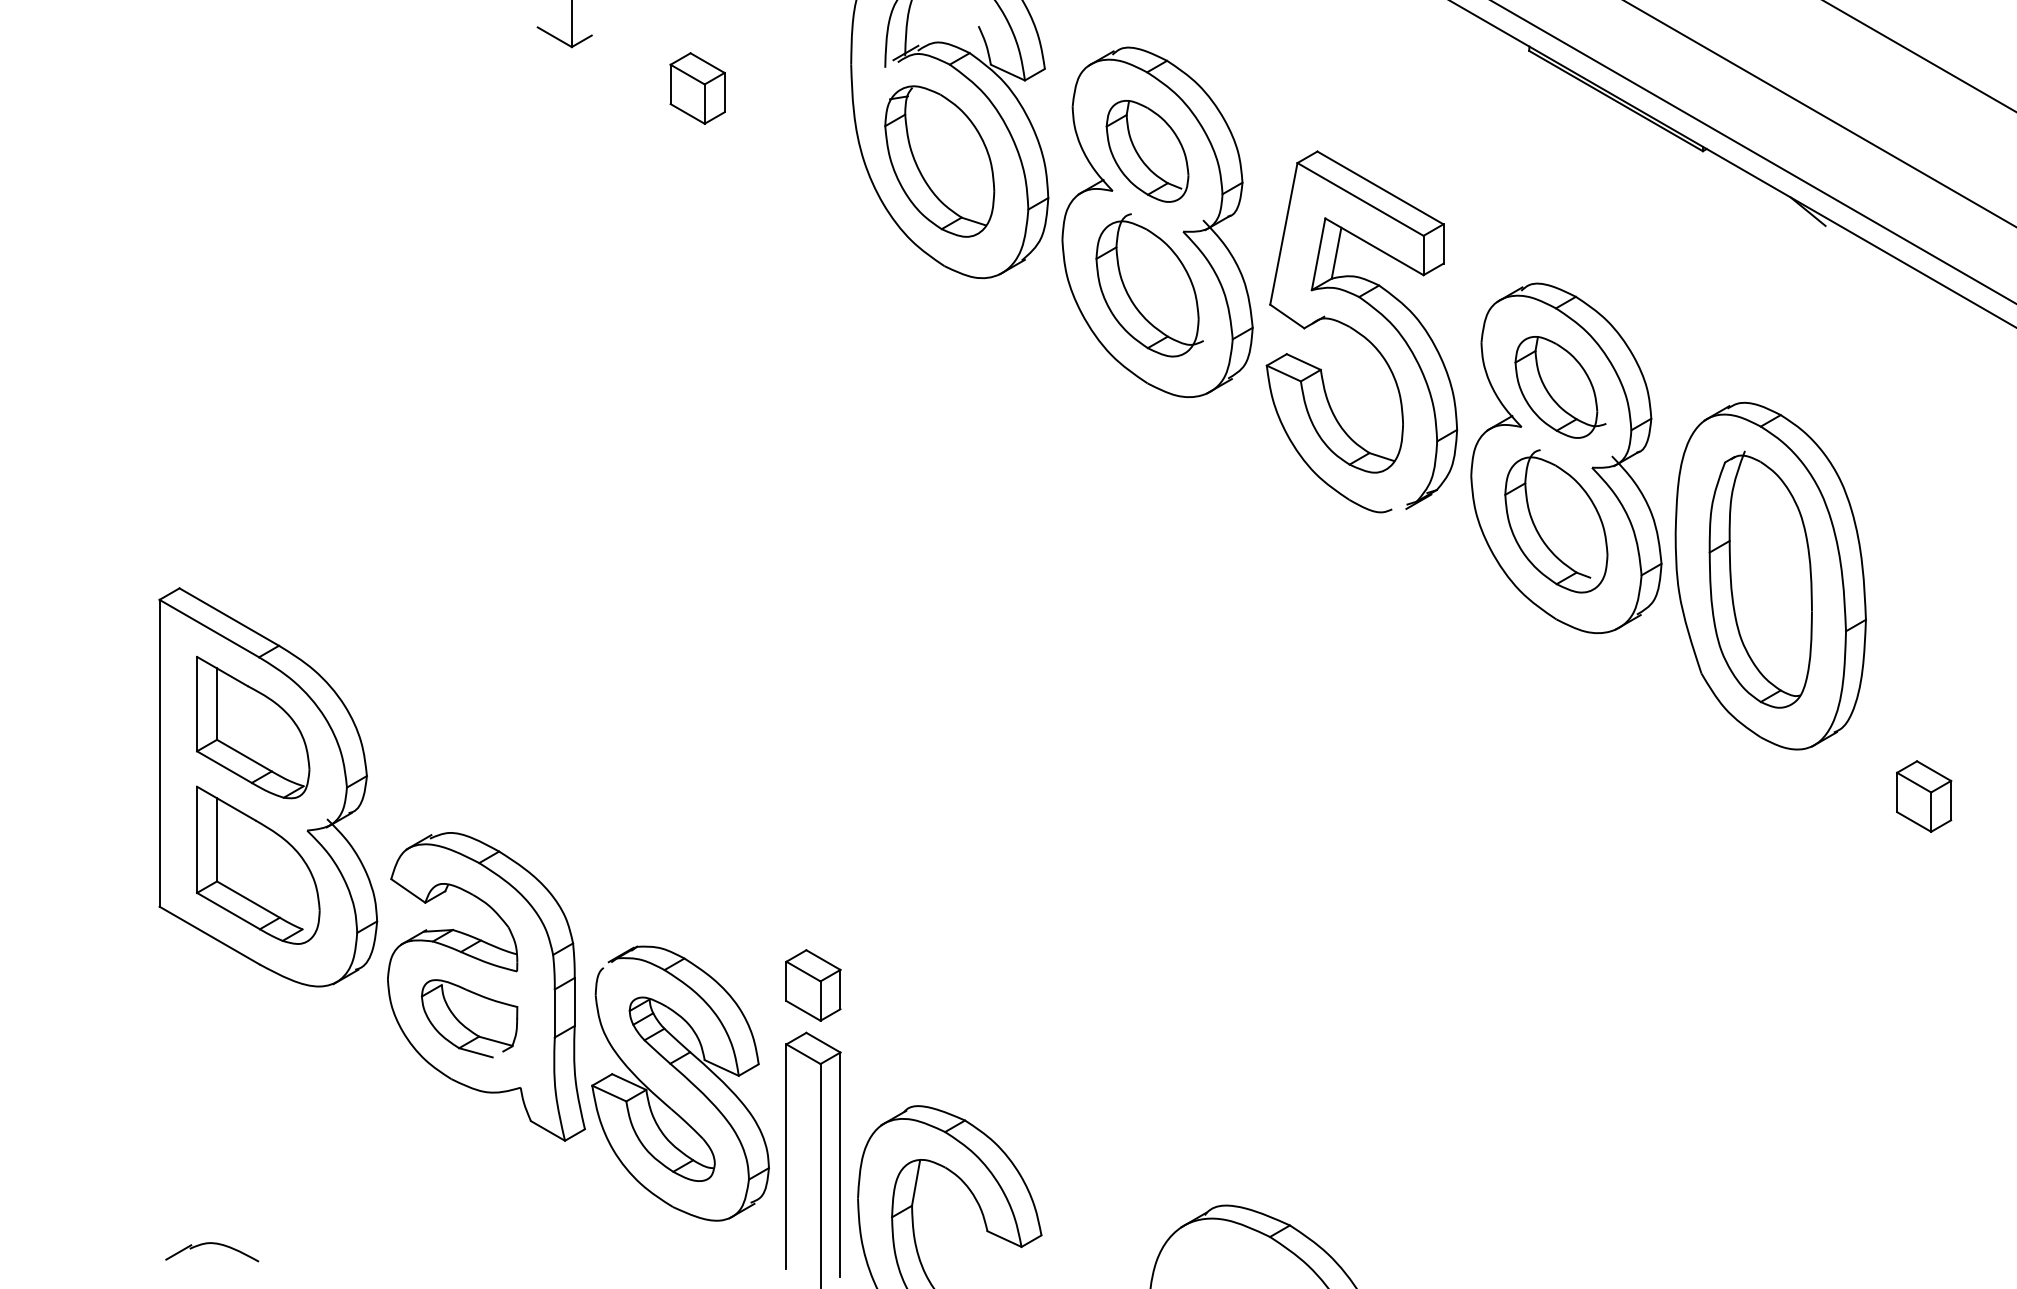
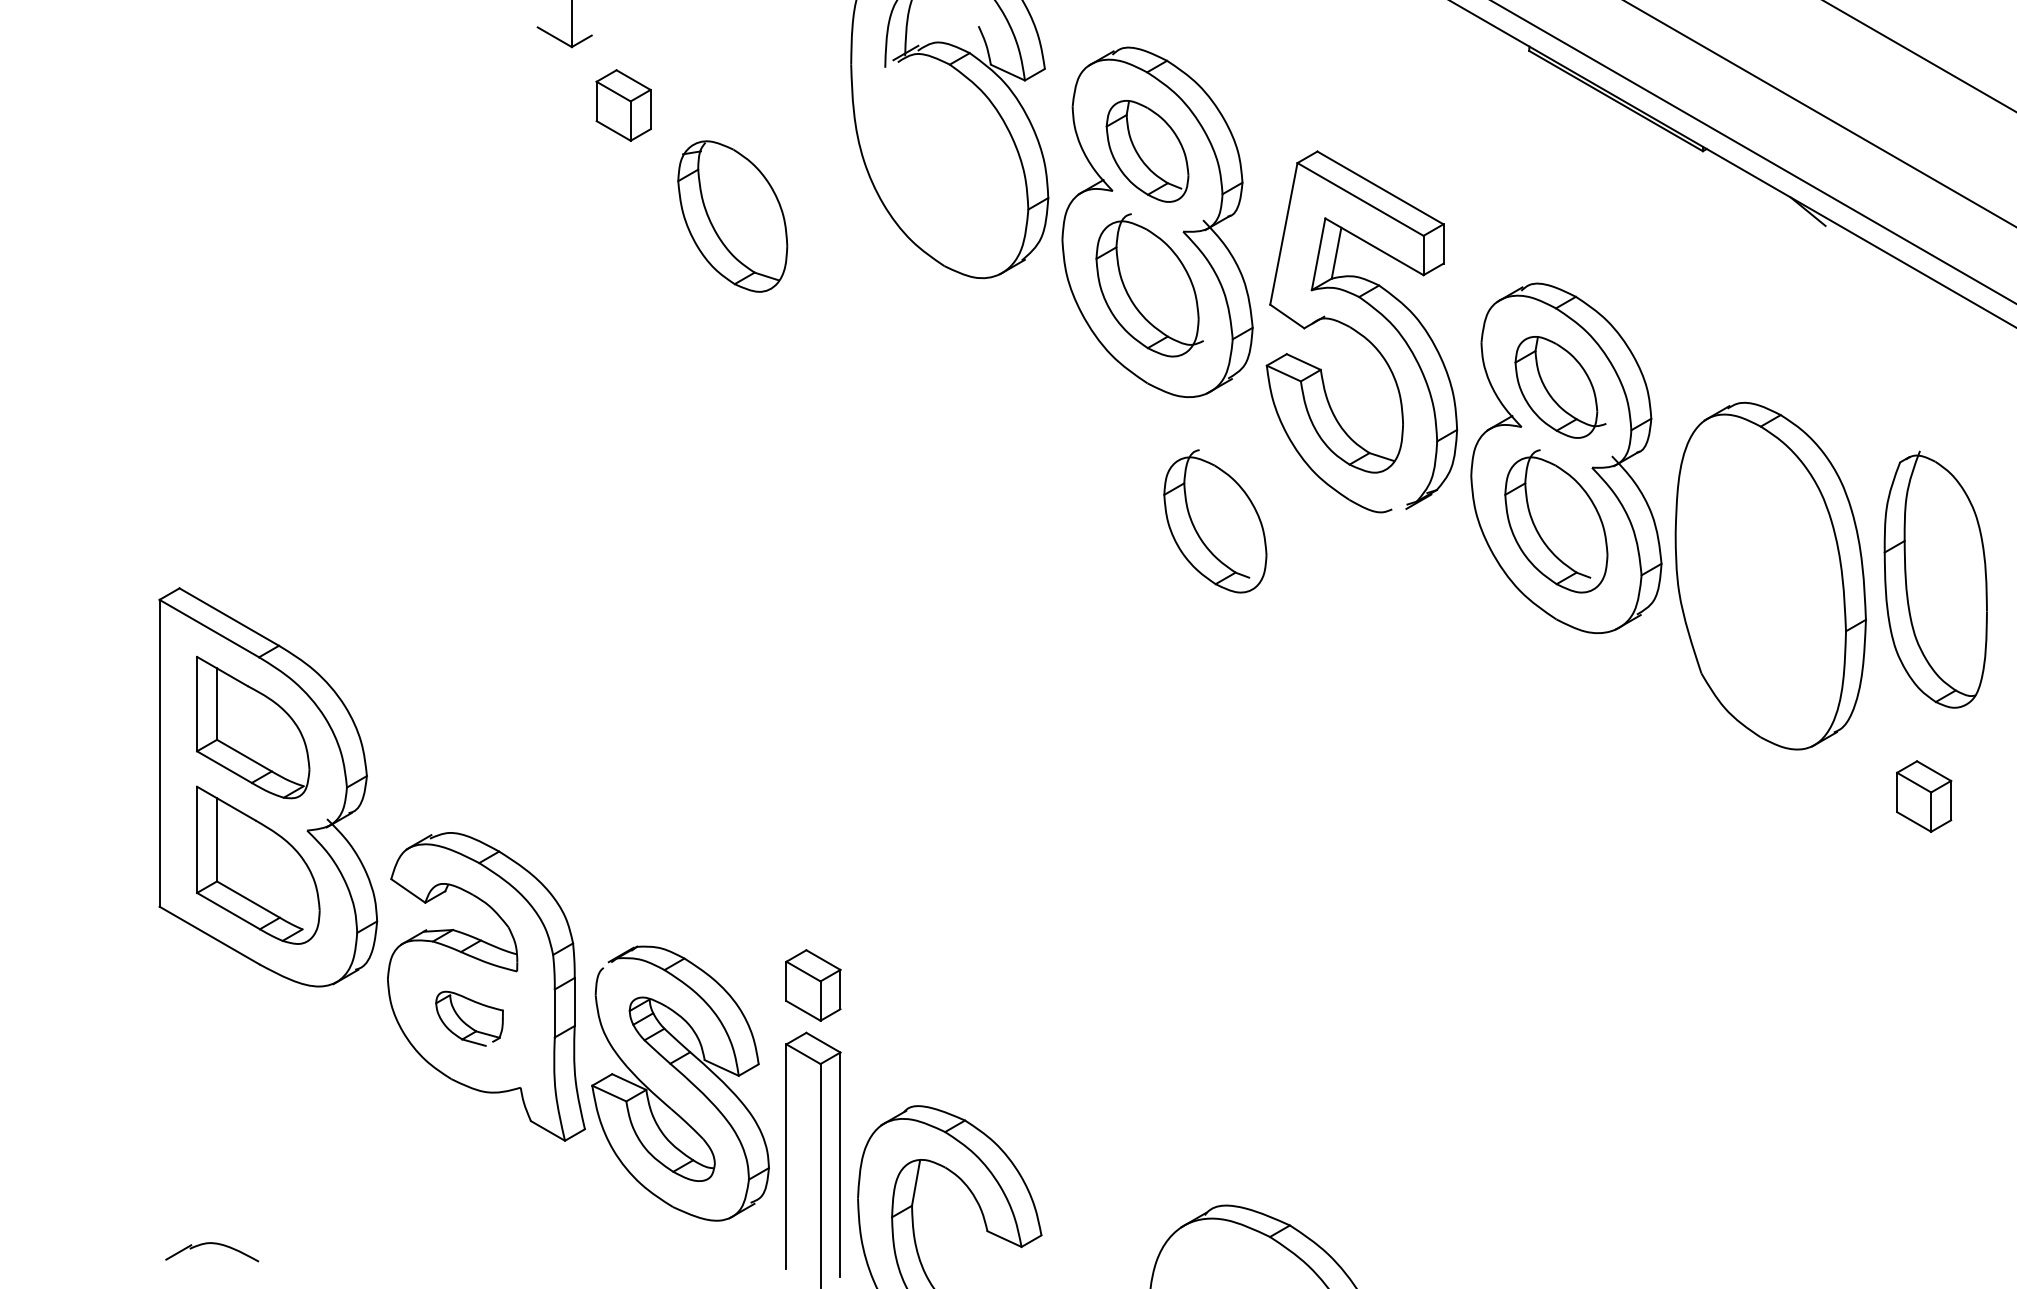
part at (697, 88) position: (697, 88) -> (623, 105)
part at (939, 161) position: (939, 161) -> (732, 216)
part at (1215, 521): none -> present
part at (1760, 579) position: (1760, 579) -> (1935, 579)
part at (469, 1018) size: 99x80 px -> 69x57 px
